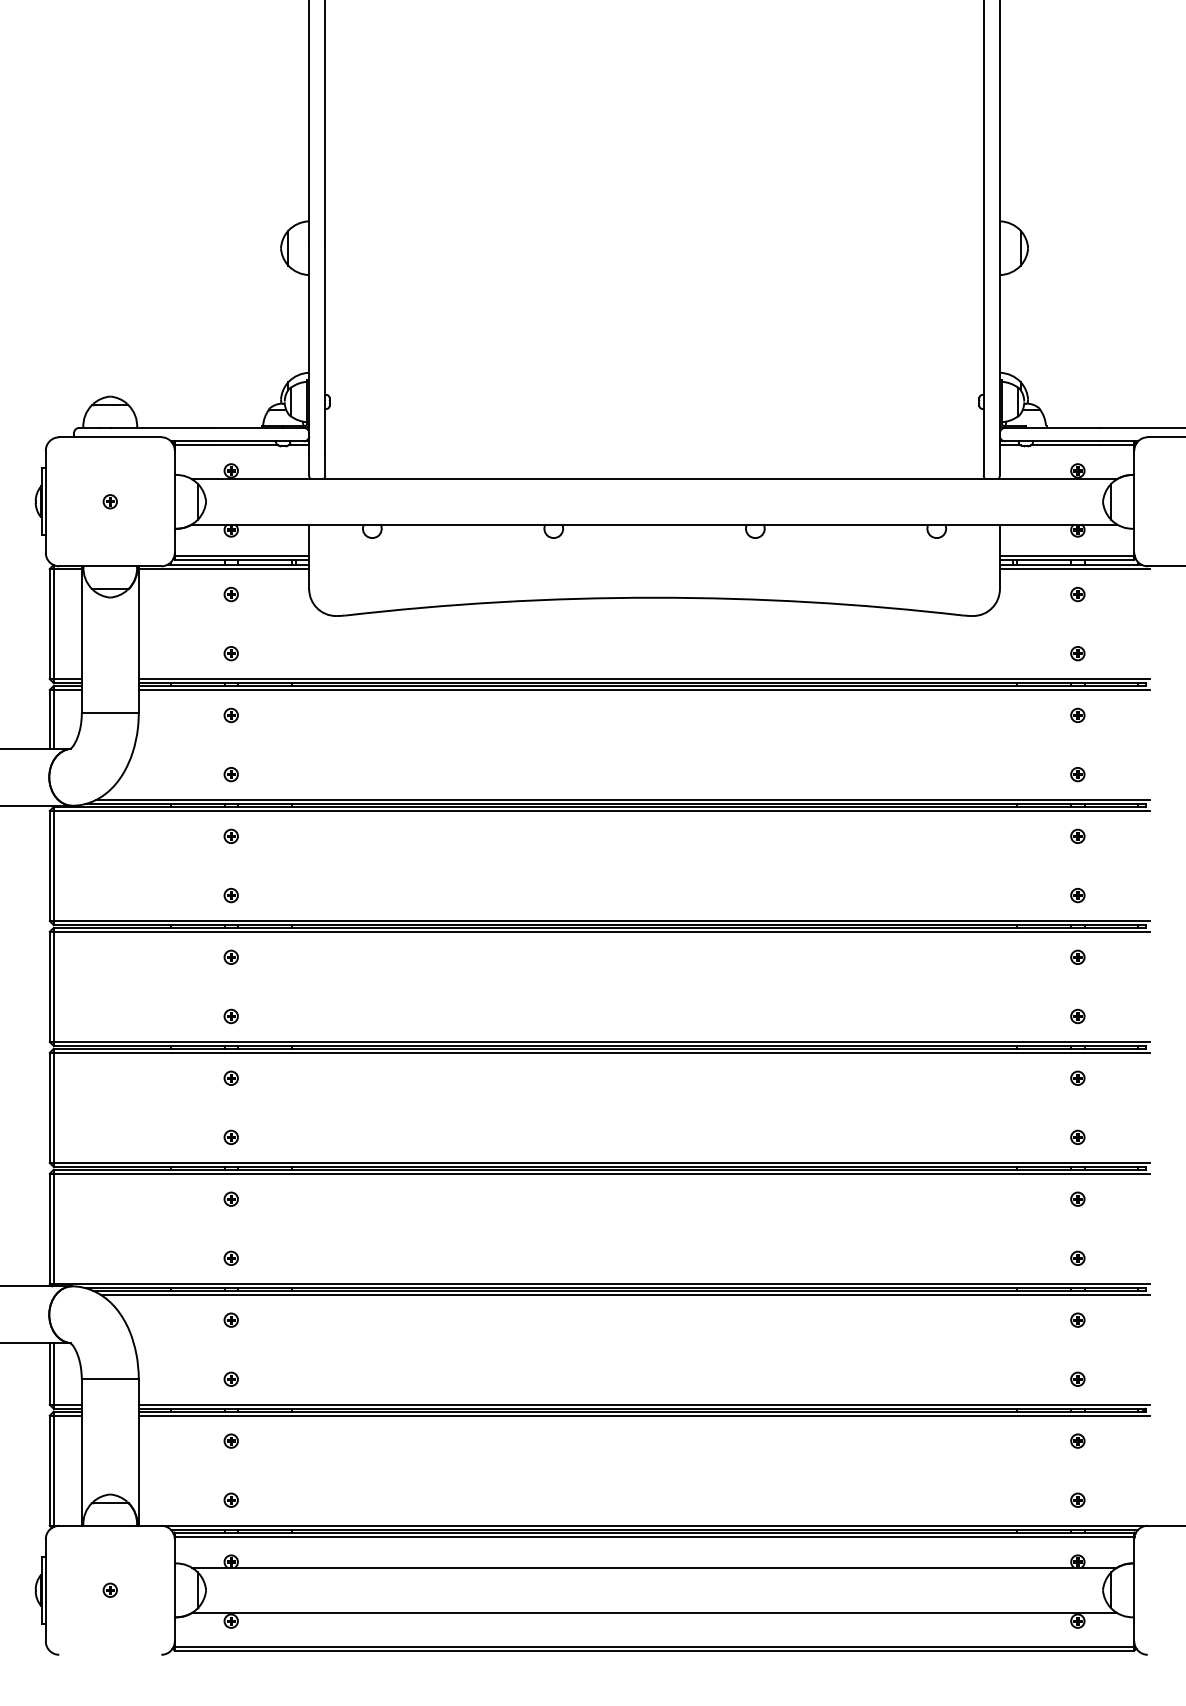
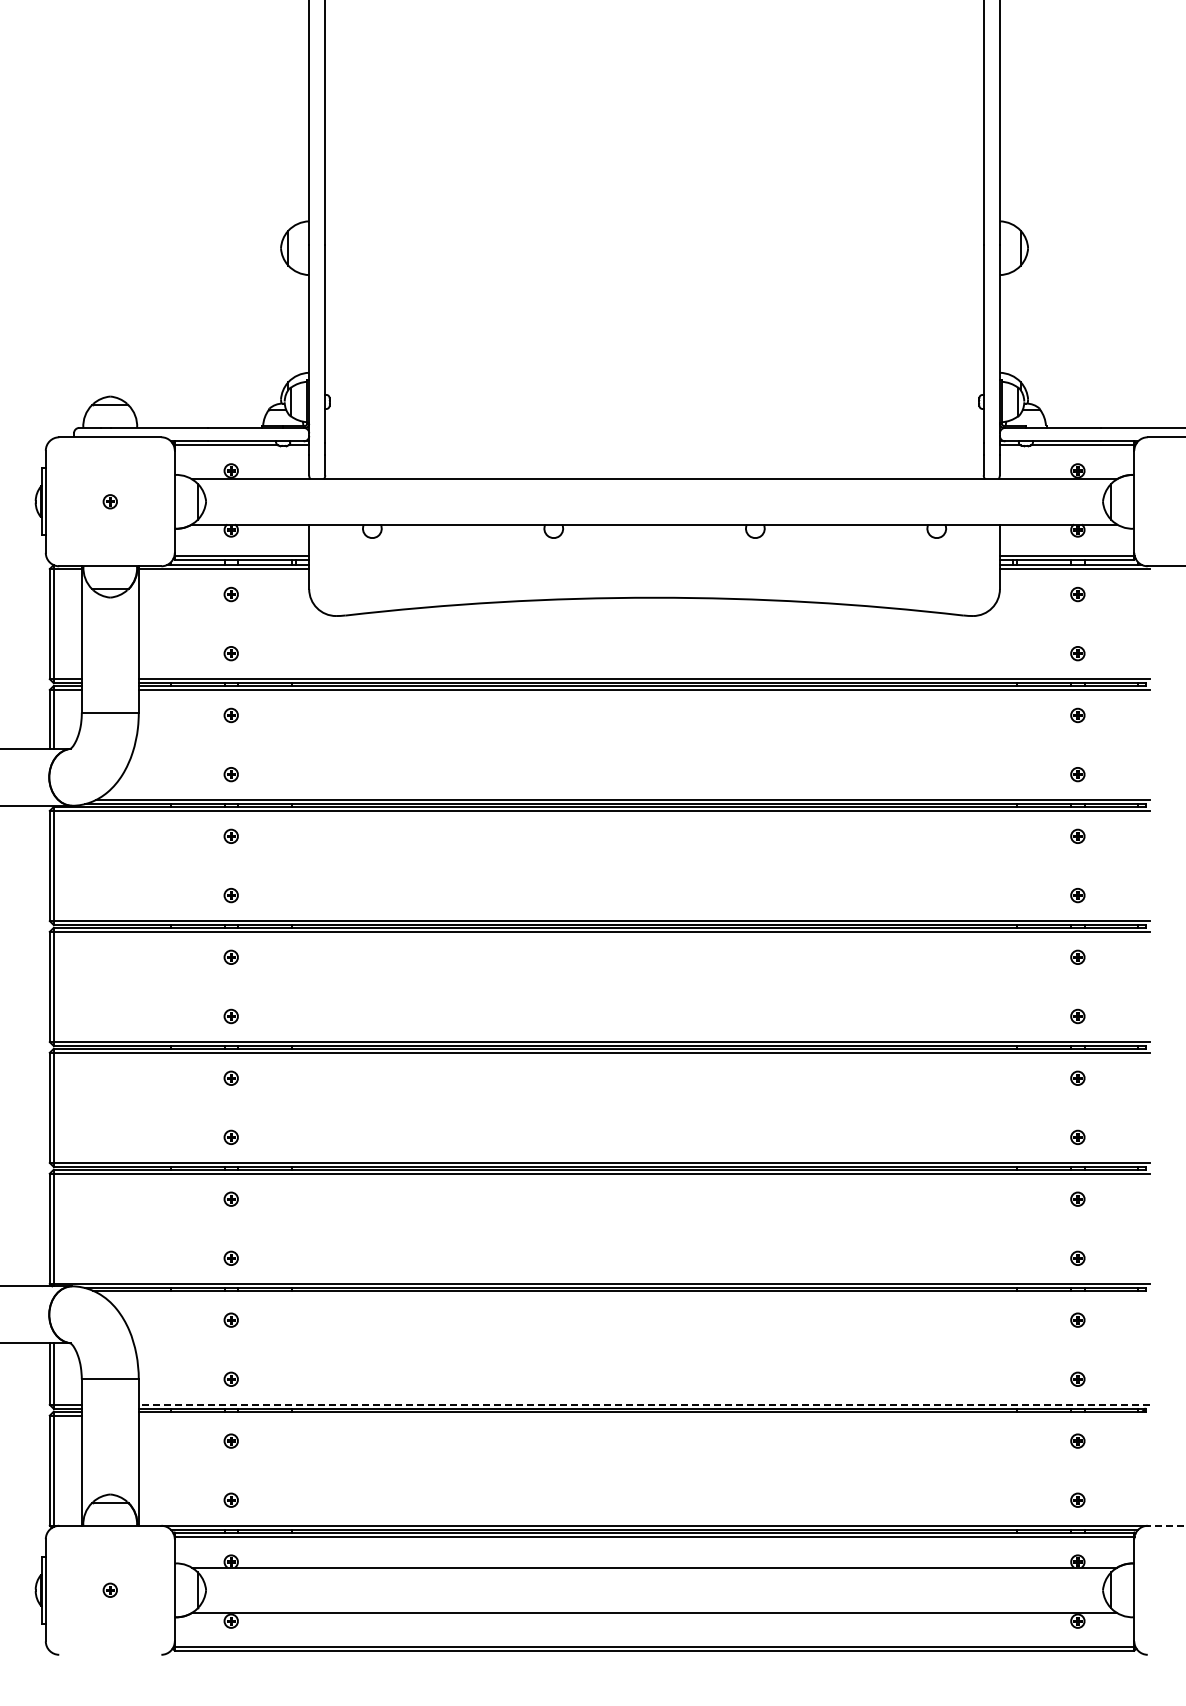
line at (625, 1294): present -> none
line at (644, 1404): solid -> dashed
line at (644, 1415): present -> none
line at (1166, 1525): solid -> dashed
